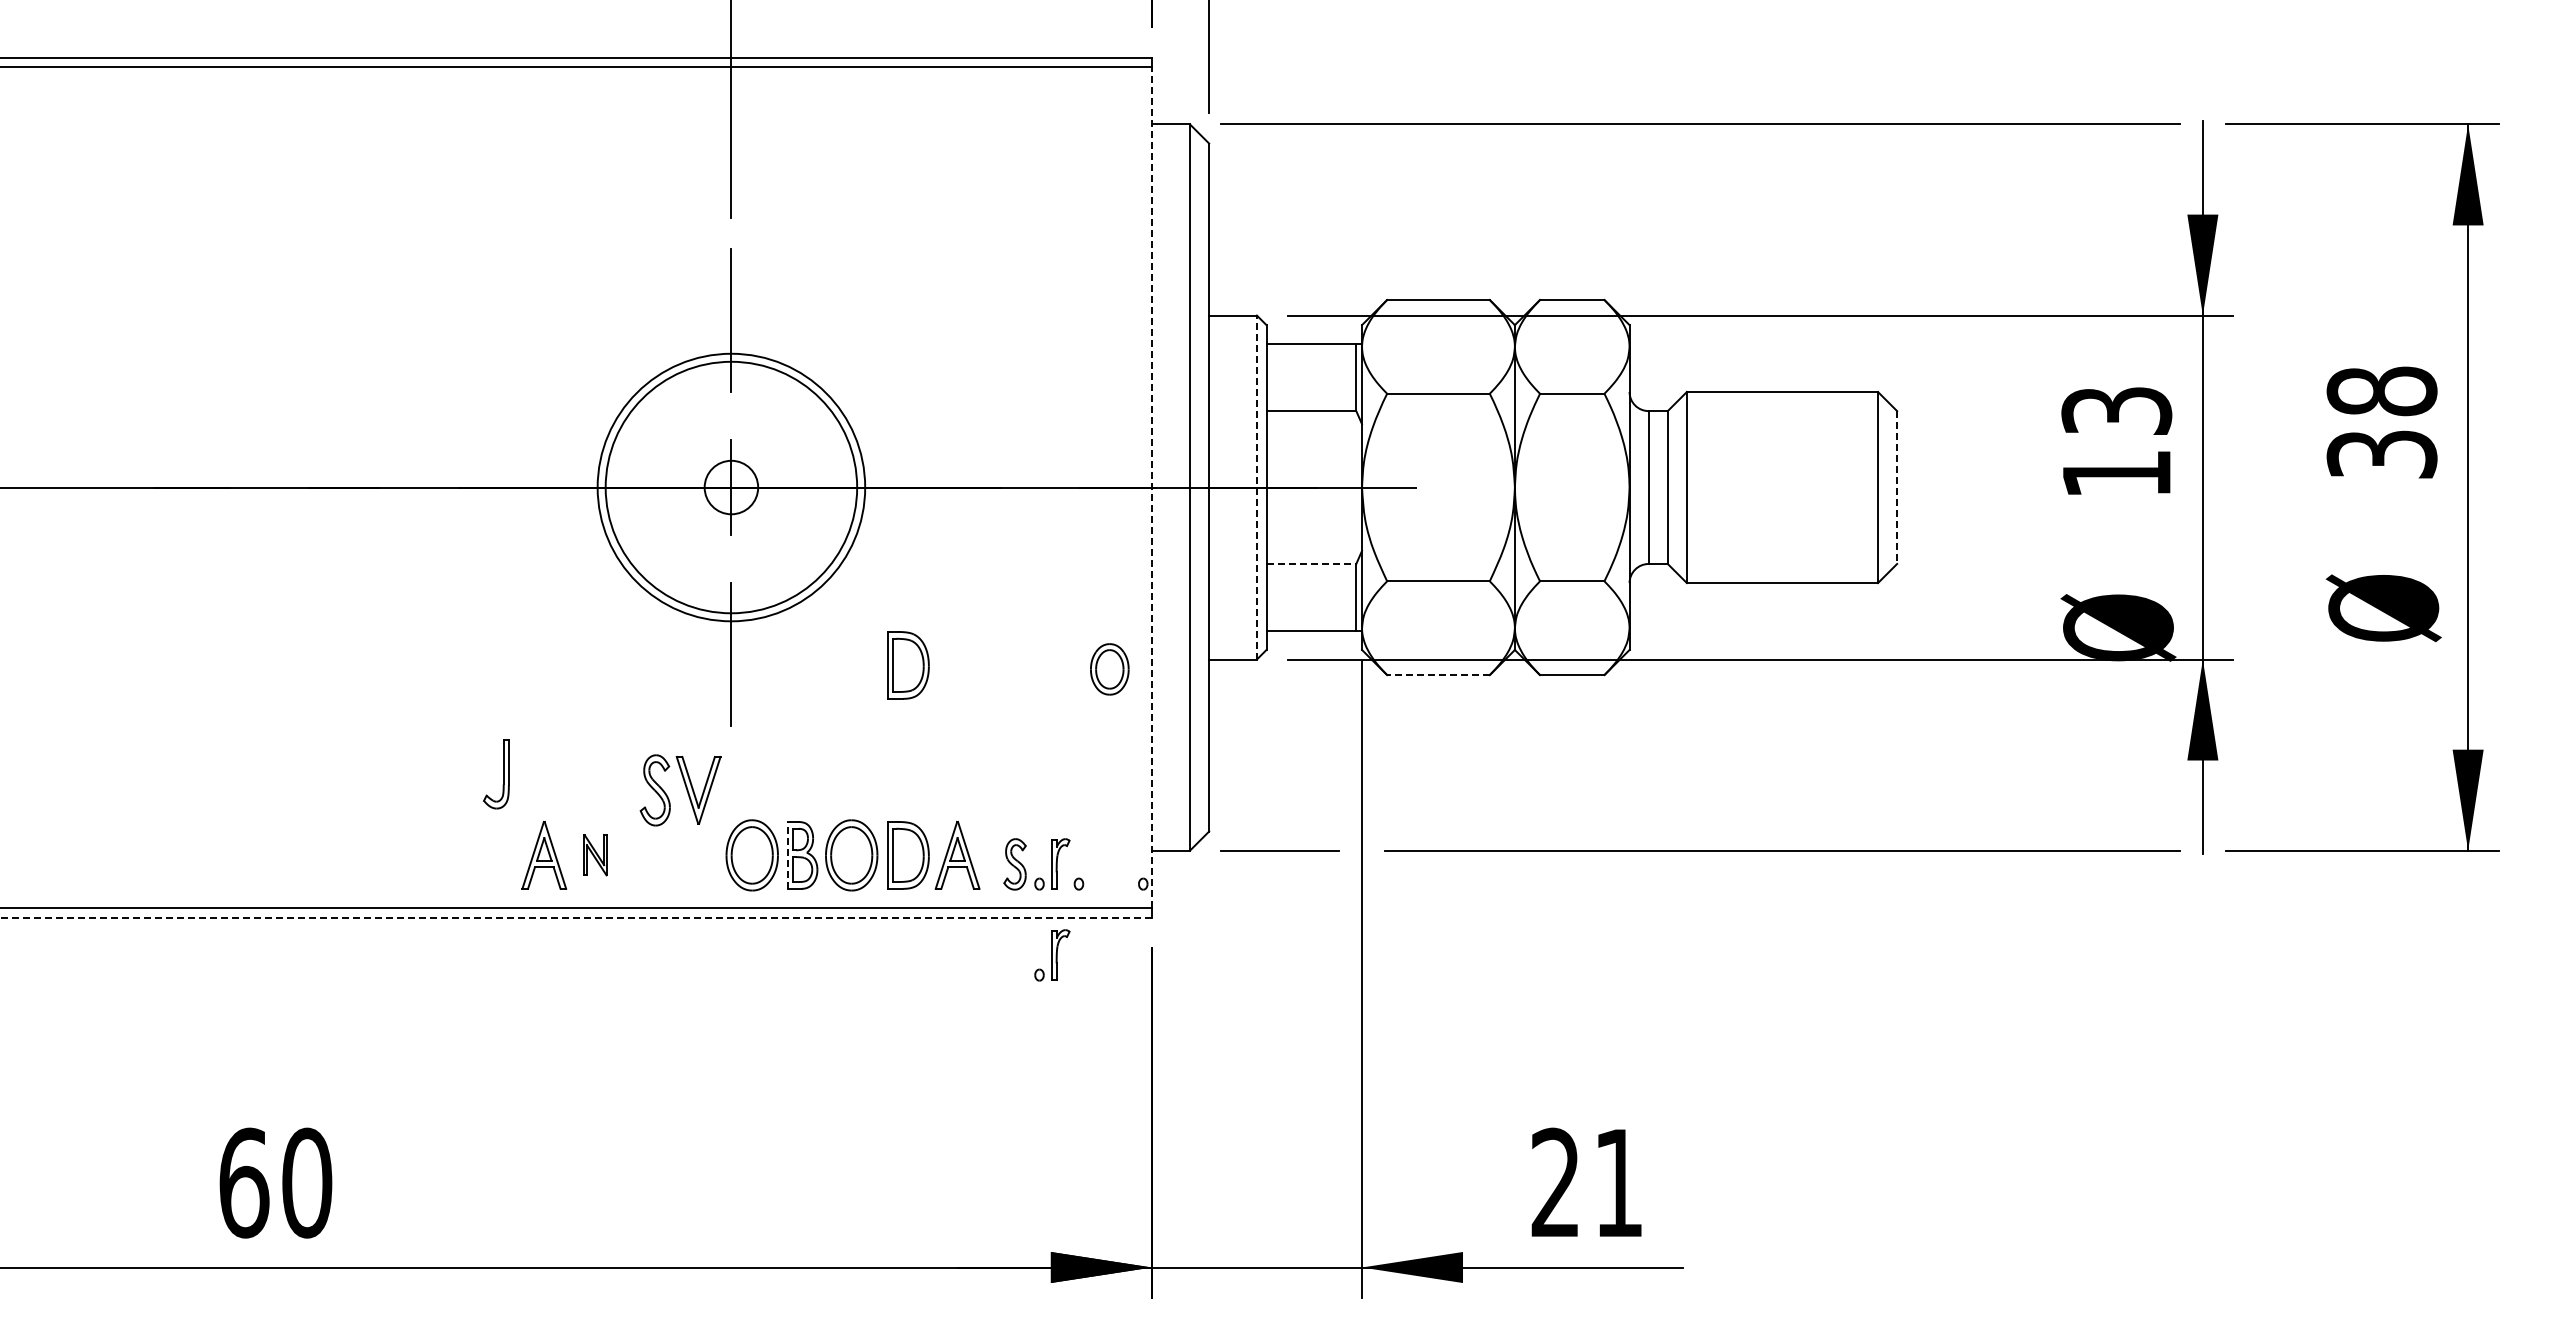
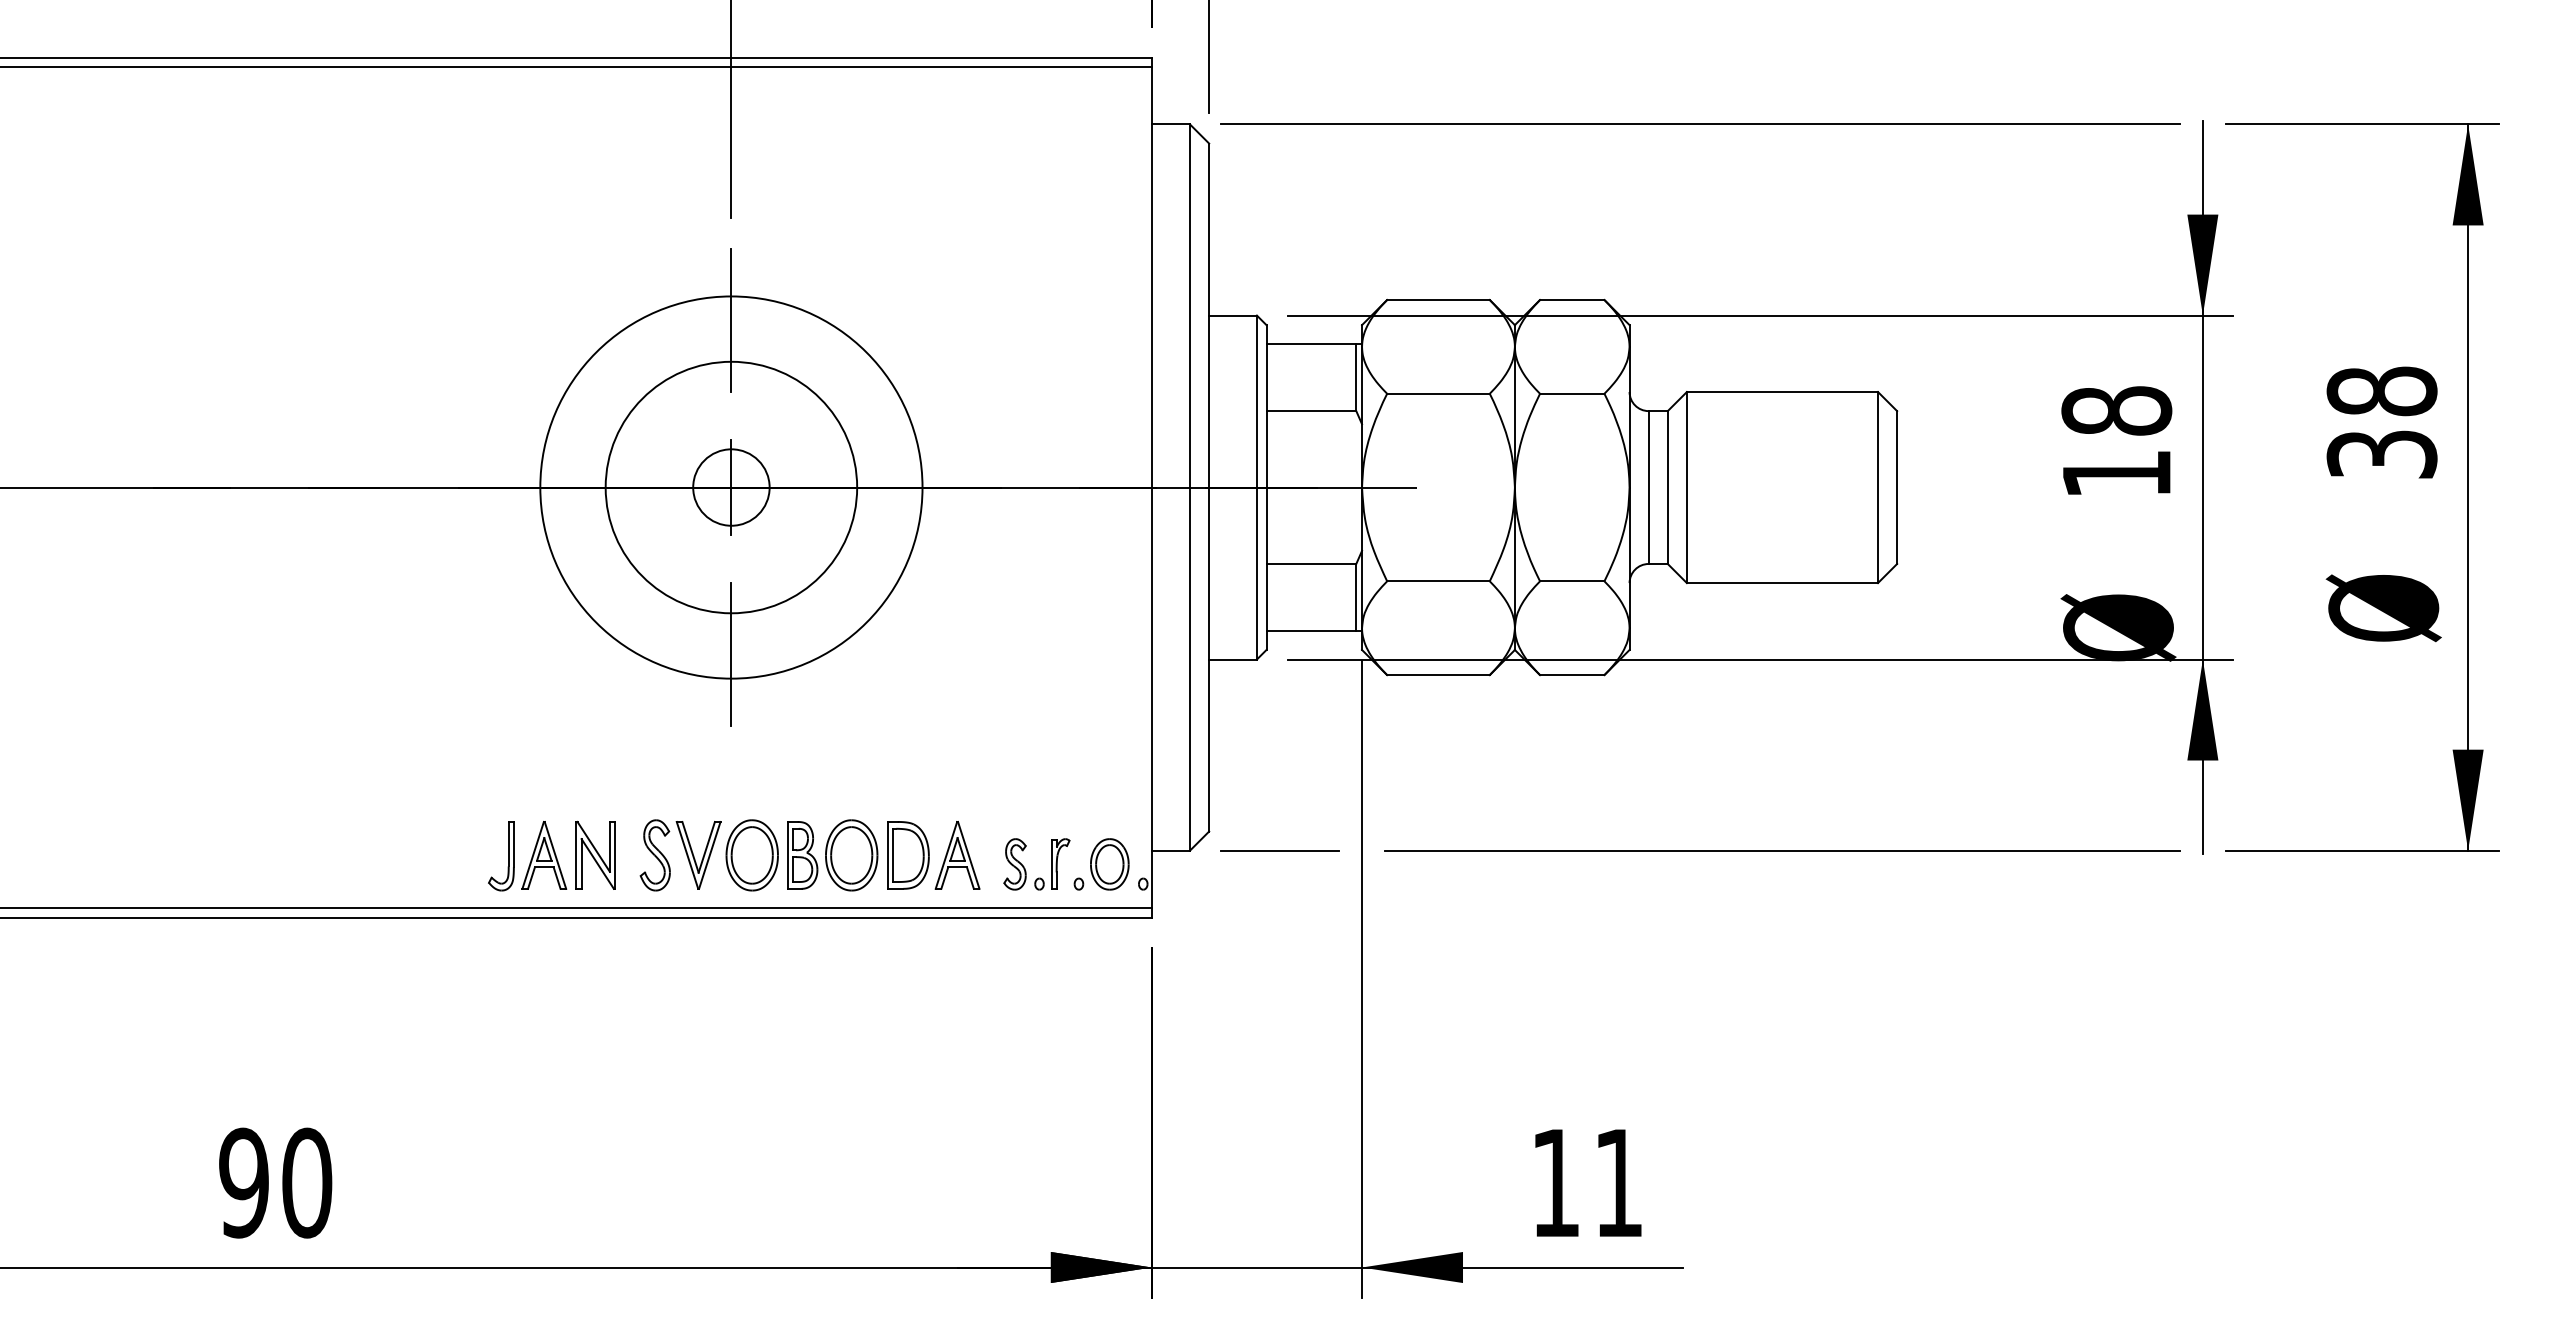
text at (2116, 410): 13 -> 18
circle at (731, 487) diameter: 268 px -> 382 px
circle at (731, 487) diameter: 54 px -> 76 px
line at (1151, 487): dashed -> solid
line at (1256, 487): dashed -> solid
line at (1897, 488): dashed -> solid
line at (1311, 563): dashed -> solid
part at (908, 665): present -> none
part at (1109, 669) position: (1109, 669) -> (1109, 864)
line at (1437, 675): dashed -> solid
part at (503, 774) position: (503, 774) -> (508, 856)
part at (680, 790) position: (680, 790) -> (680, 855)
line at (788, 854): dashed -> solid
part at (595, 855) size: 25x43 px -> 41x70 px
line at (575, 917): dashed -> solid
part at (1052, 955): present -> none
text at (1554, 1181): 21 -> 11
text at (244, 1182): 60 -> 90
